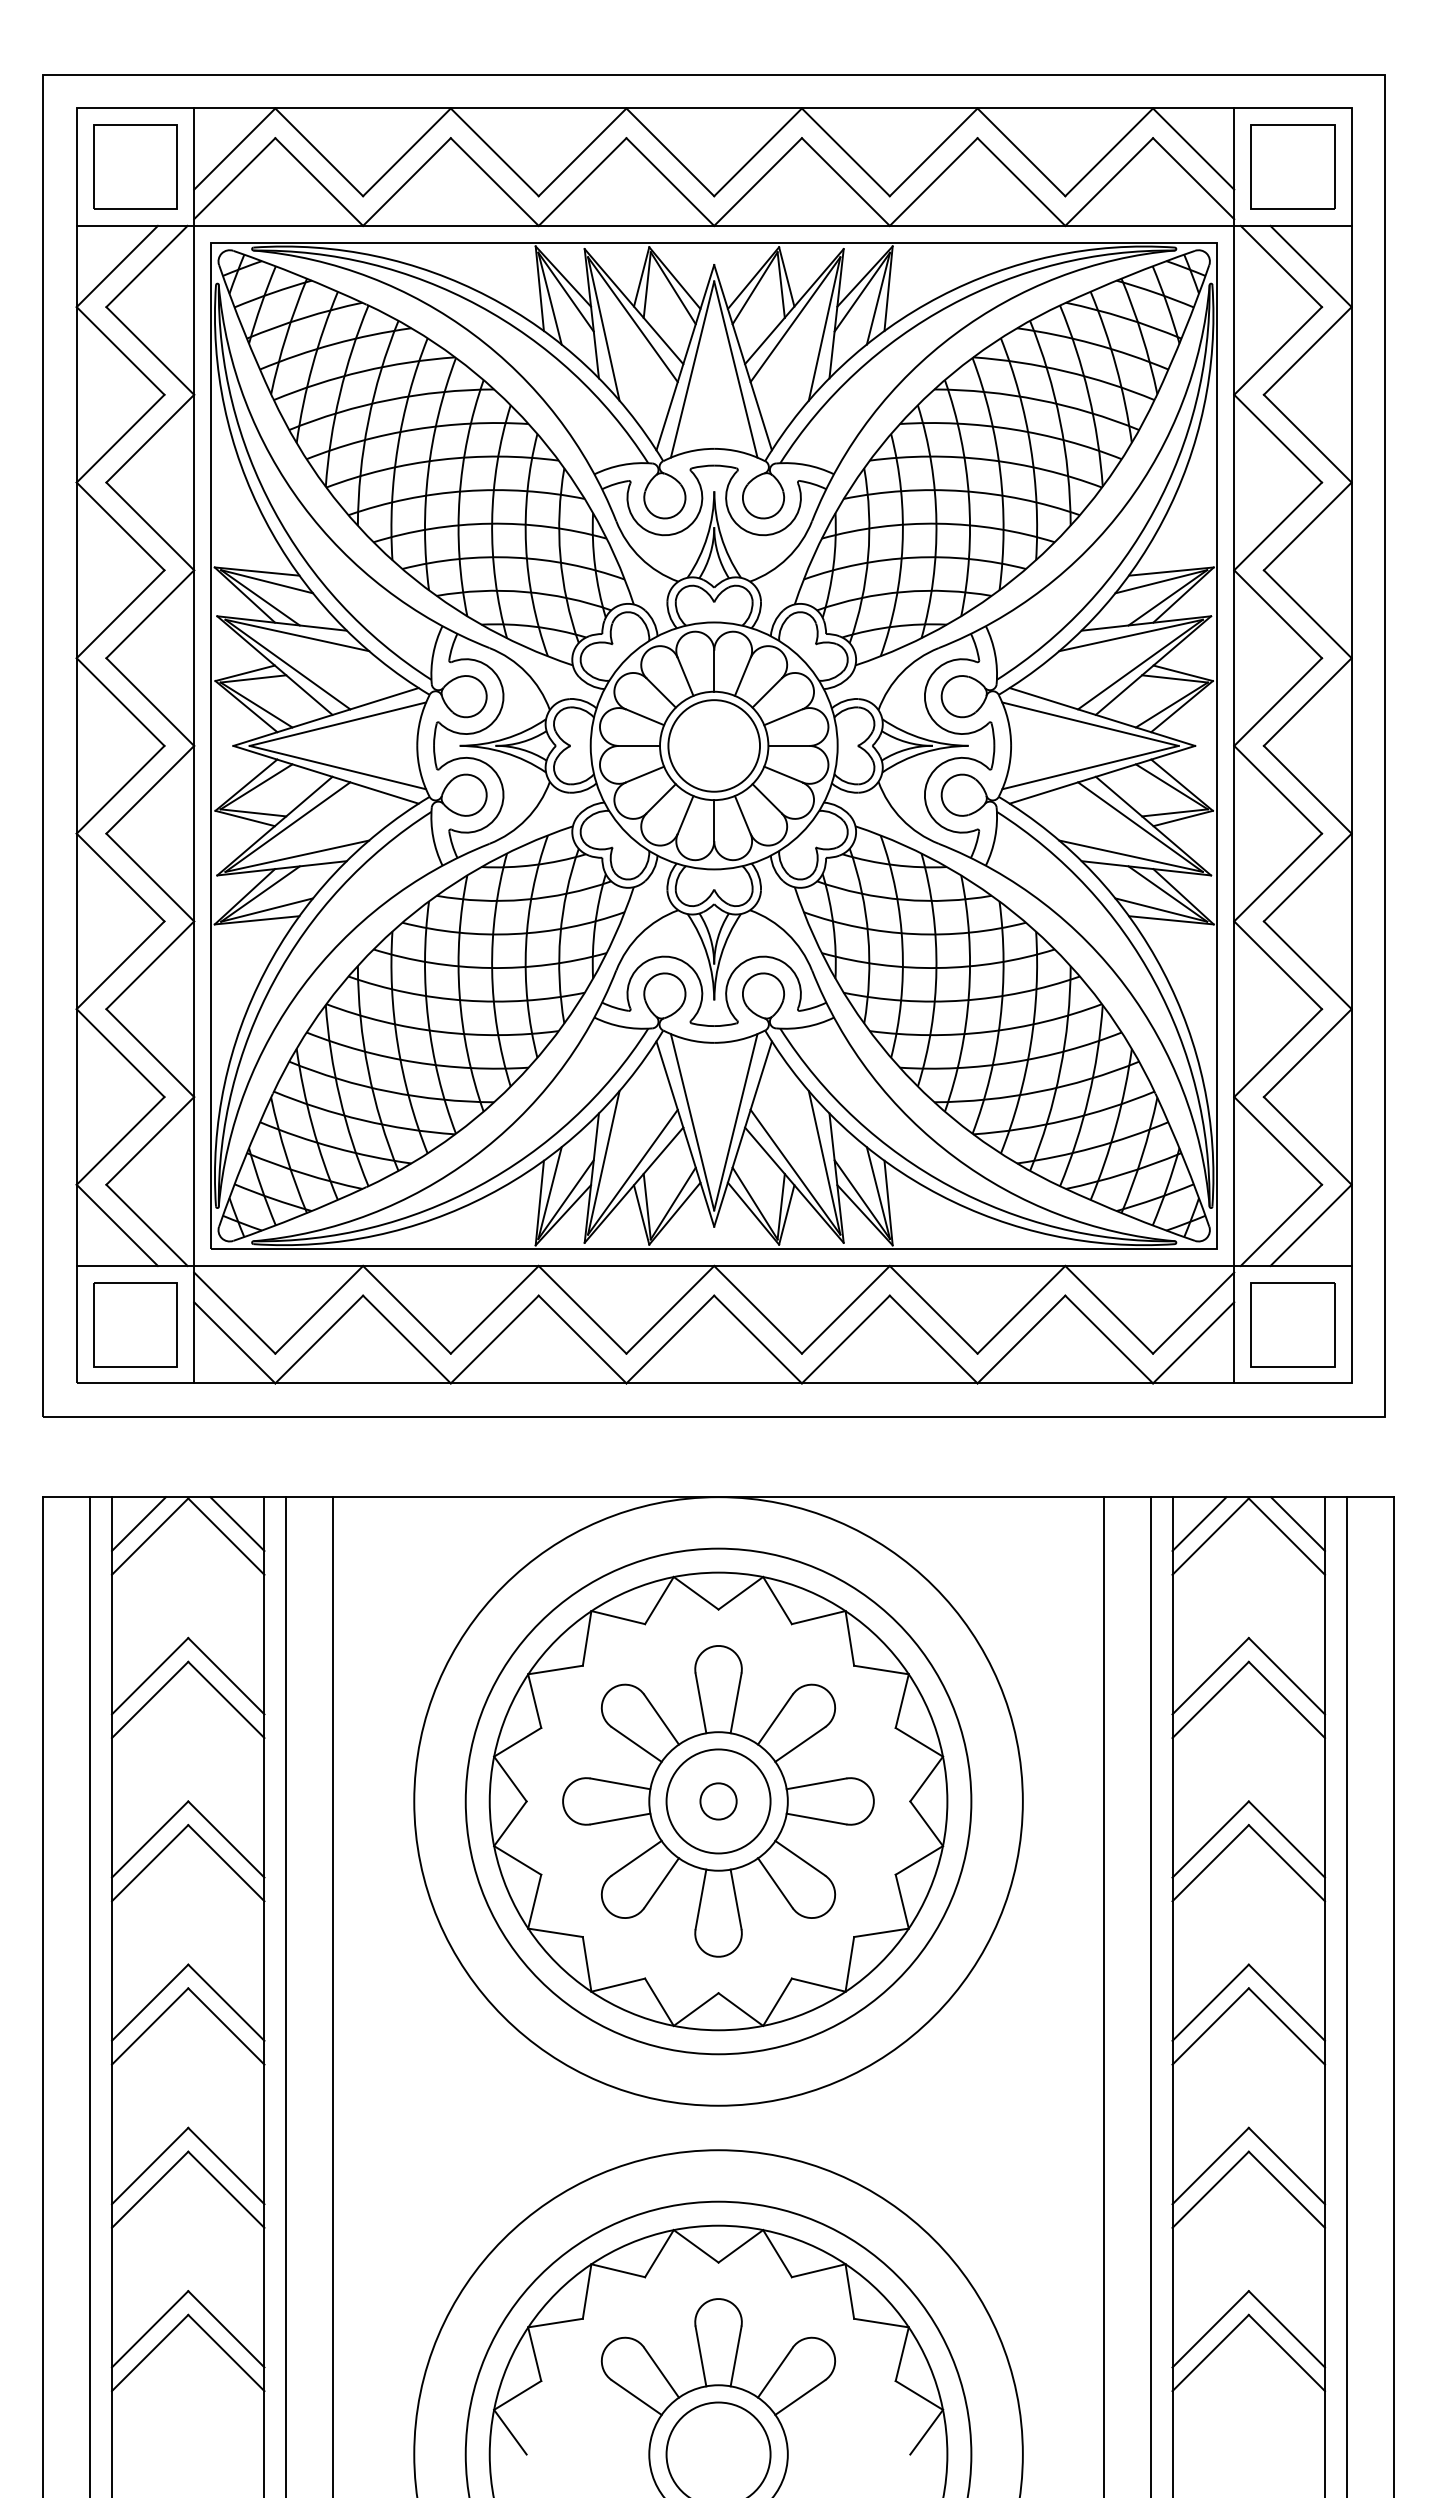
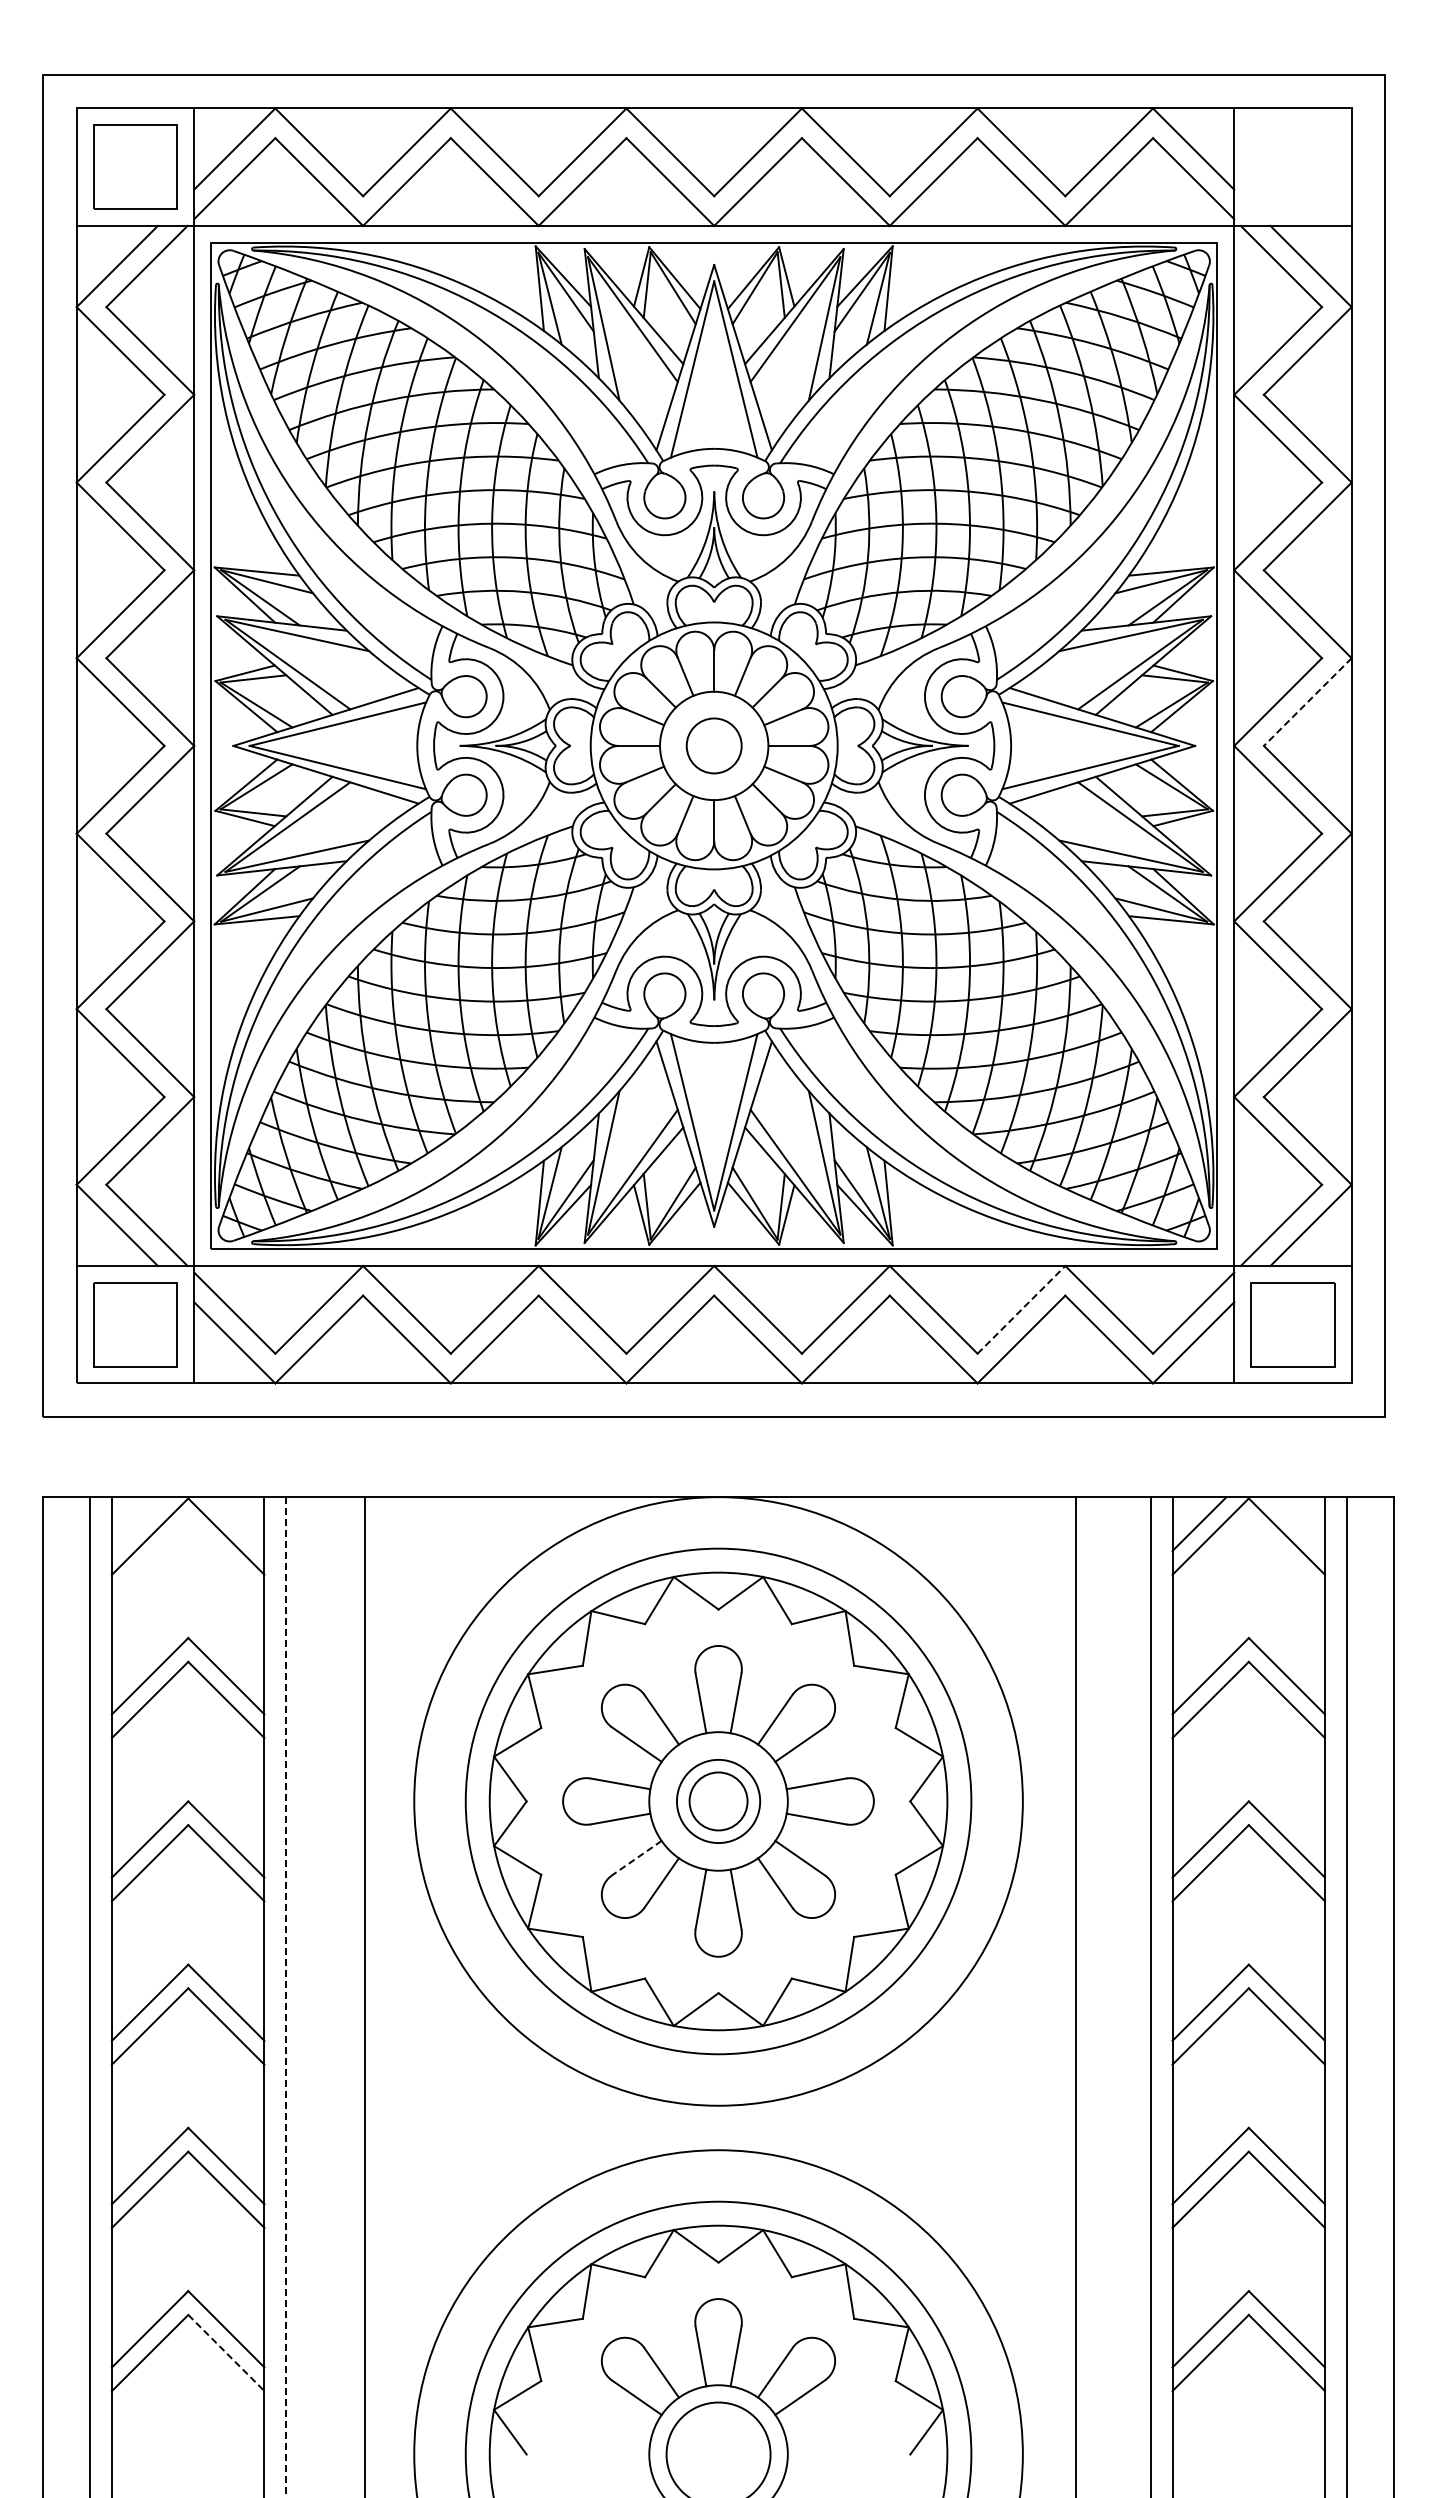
part at (1292, 166): present -> none
line at (1307, 702): solid -> dashed
circle at (714, 745) diameter: 92 px -> 55 px
line at (1021, 1309): solid -> dashed
line at (138, 1524): present -> none
line at (237, 1524): present -> none
line at (1297, 1524): present -> none
circle at (718, 1801) diameter: 104 px -> 83 px
circle at (718, 1801) diameter: 36 px -> 58 px
line at (636, 1858): solid -> dashed
line at (333, 1995) position: (333, 1995) -> (365, 1995)
line at (1103, 1995) position: (1103, 1995) -> (1075, 1995)
line at (286, 1997): solid -> dashed
line at (226, 2353): solid -> dashed
